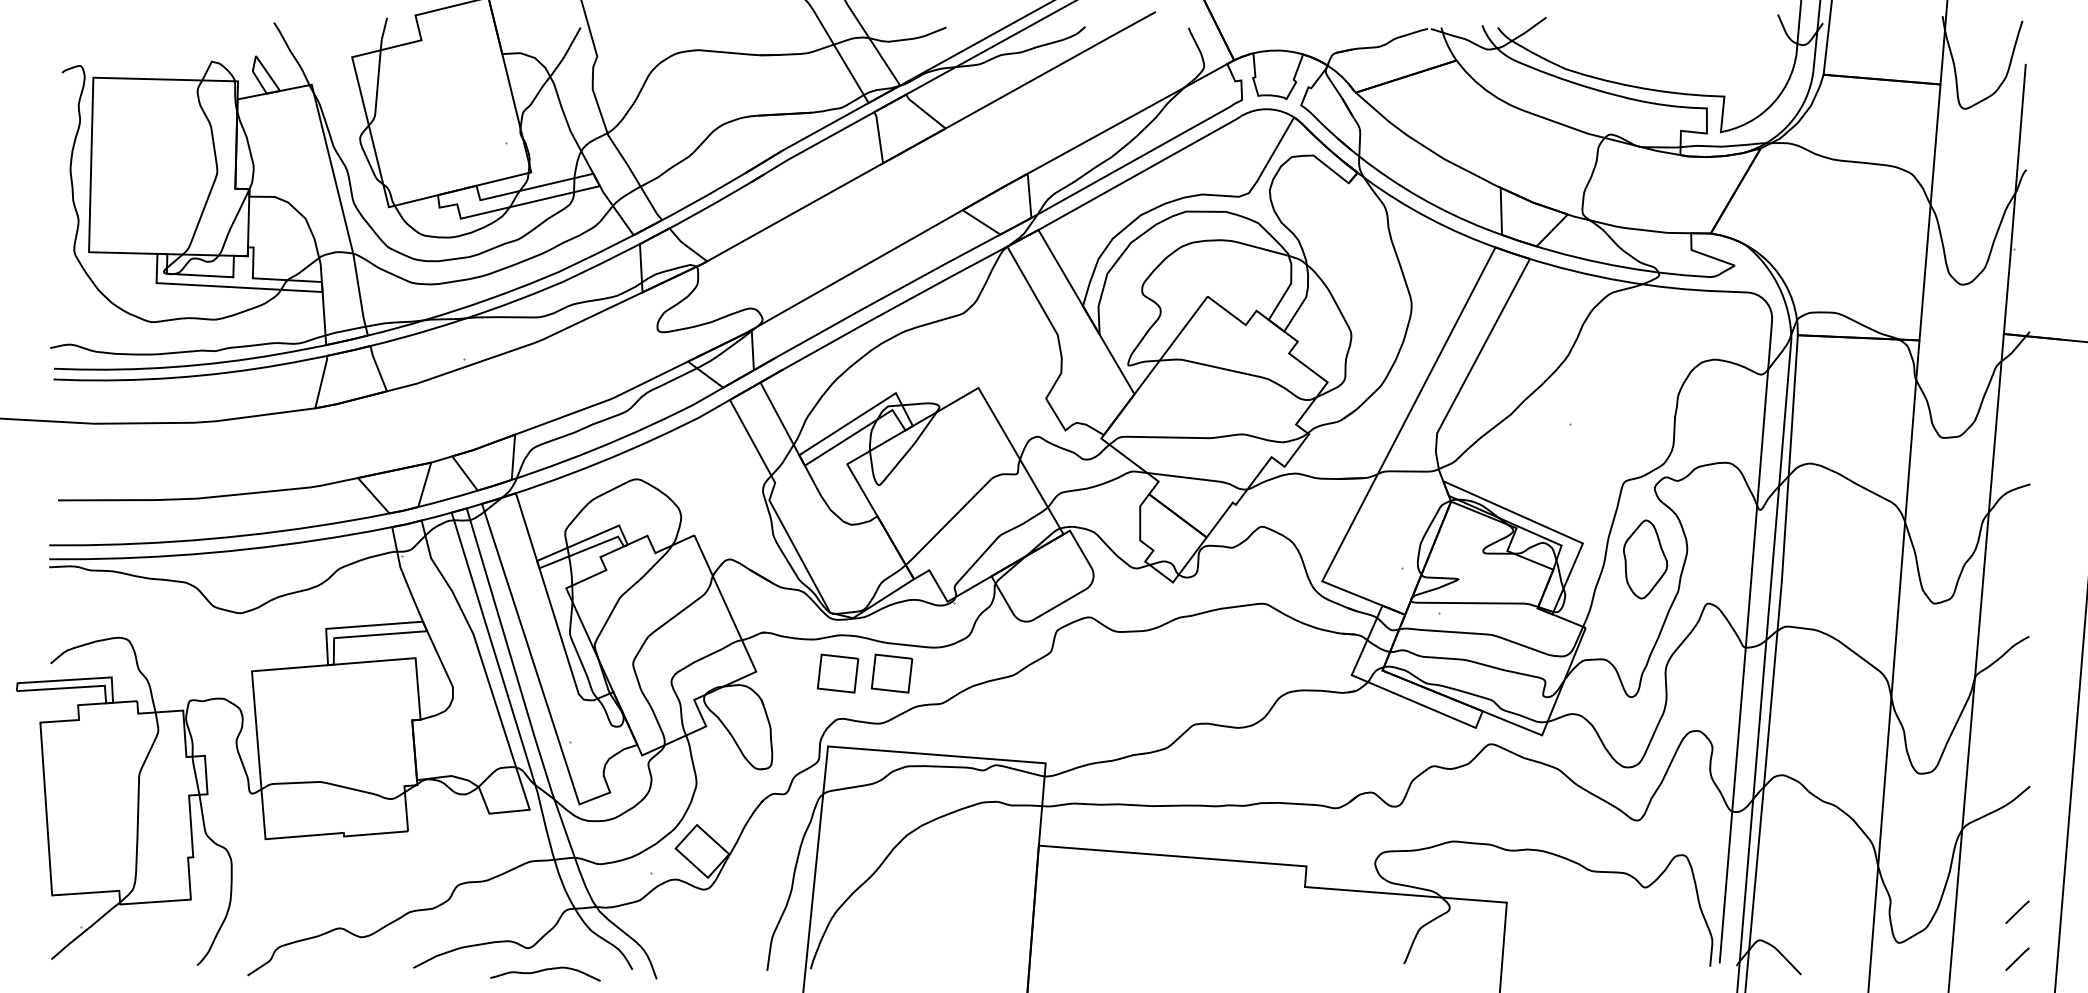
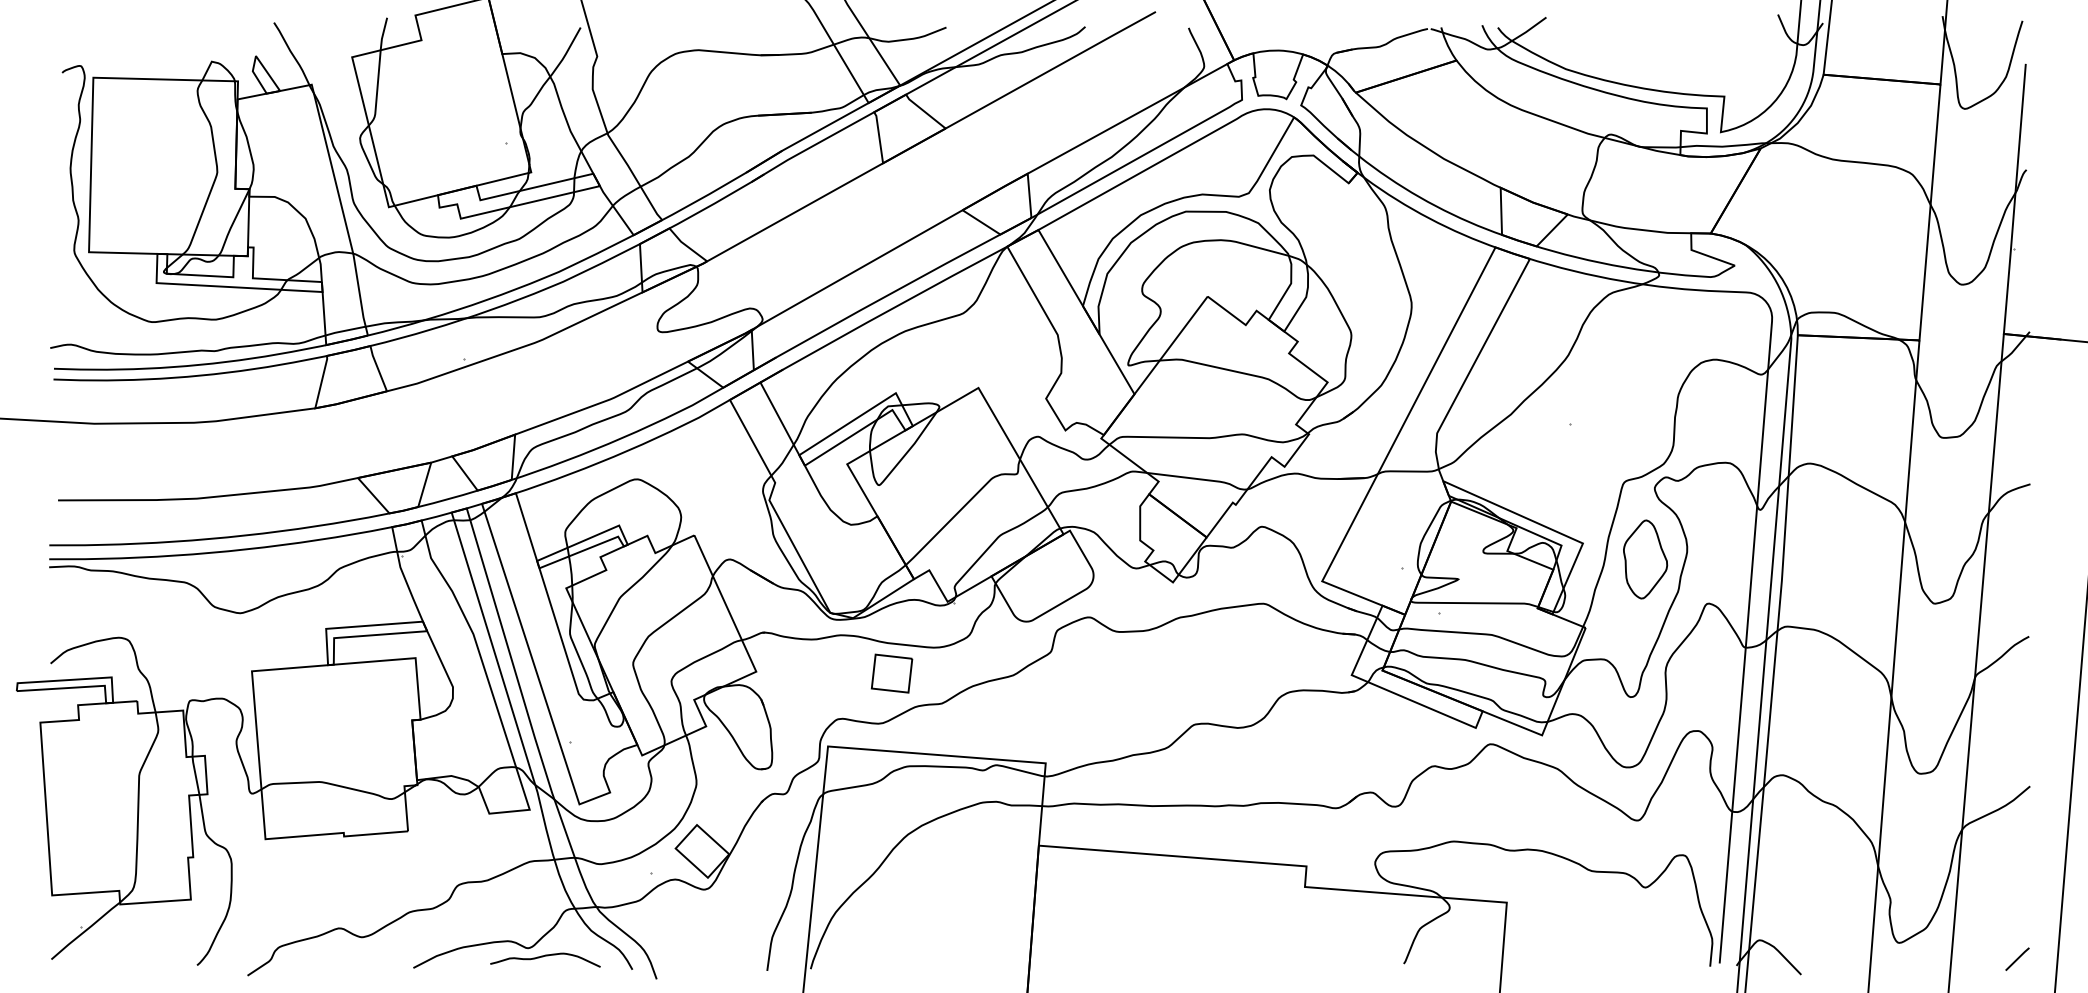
part at (837, 673): present -> none
line at (2017, 911): present -> none
curve at (543, 971) position: (543, 971) -> (543, 957)
